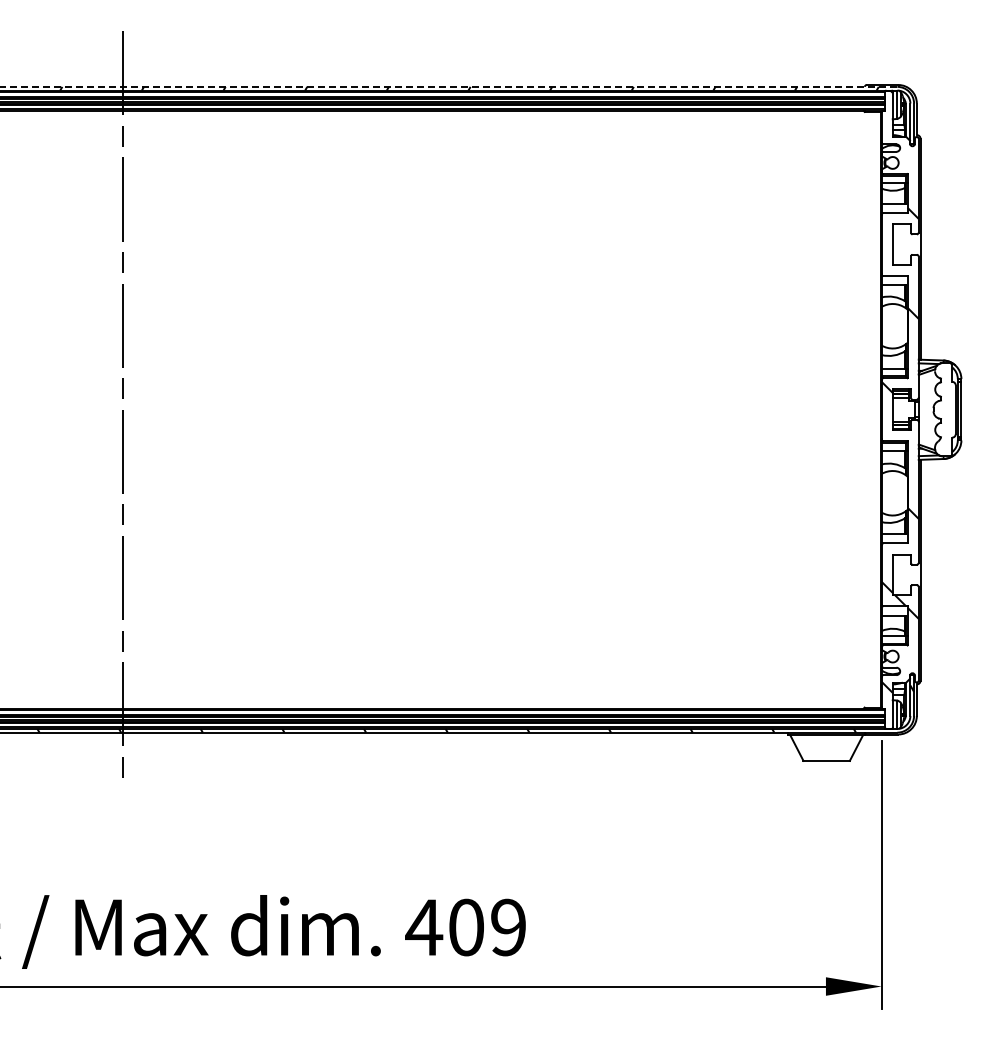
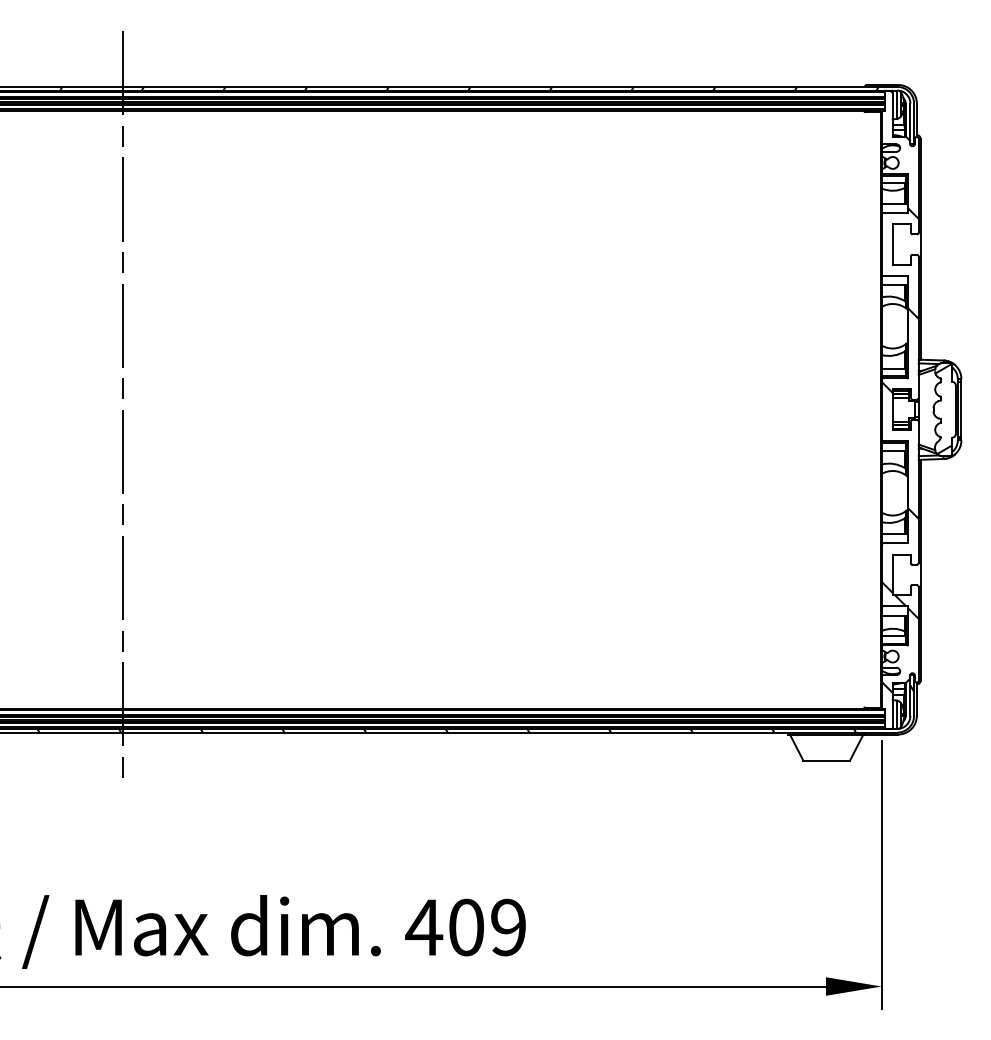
line at (448, 86): dashed -> solid
hatch at (943, 409): none -> present
